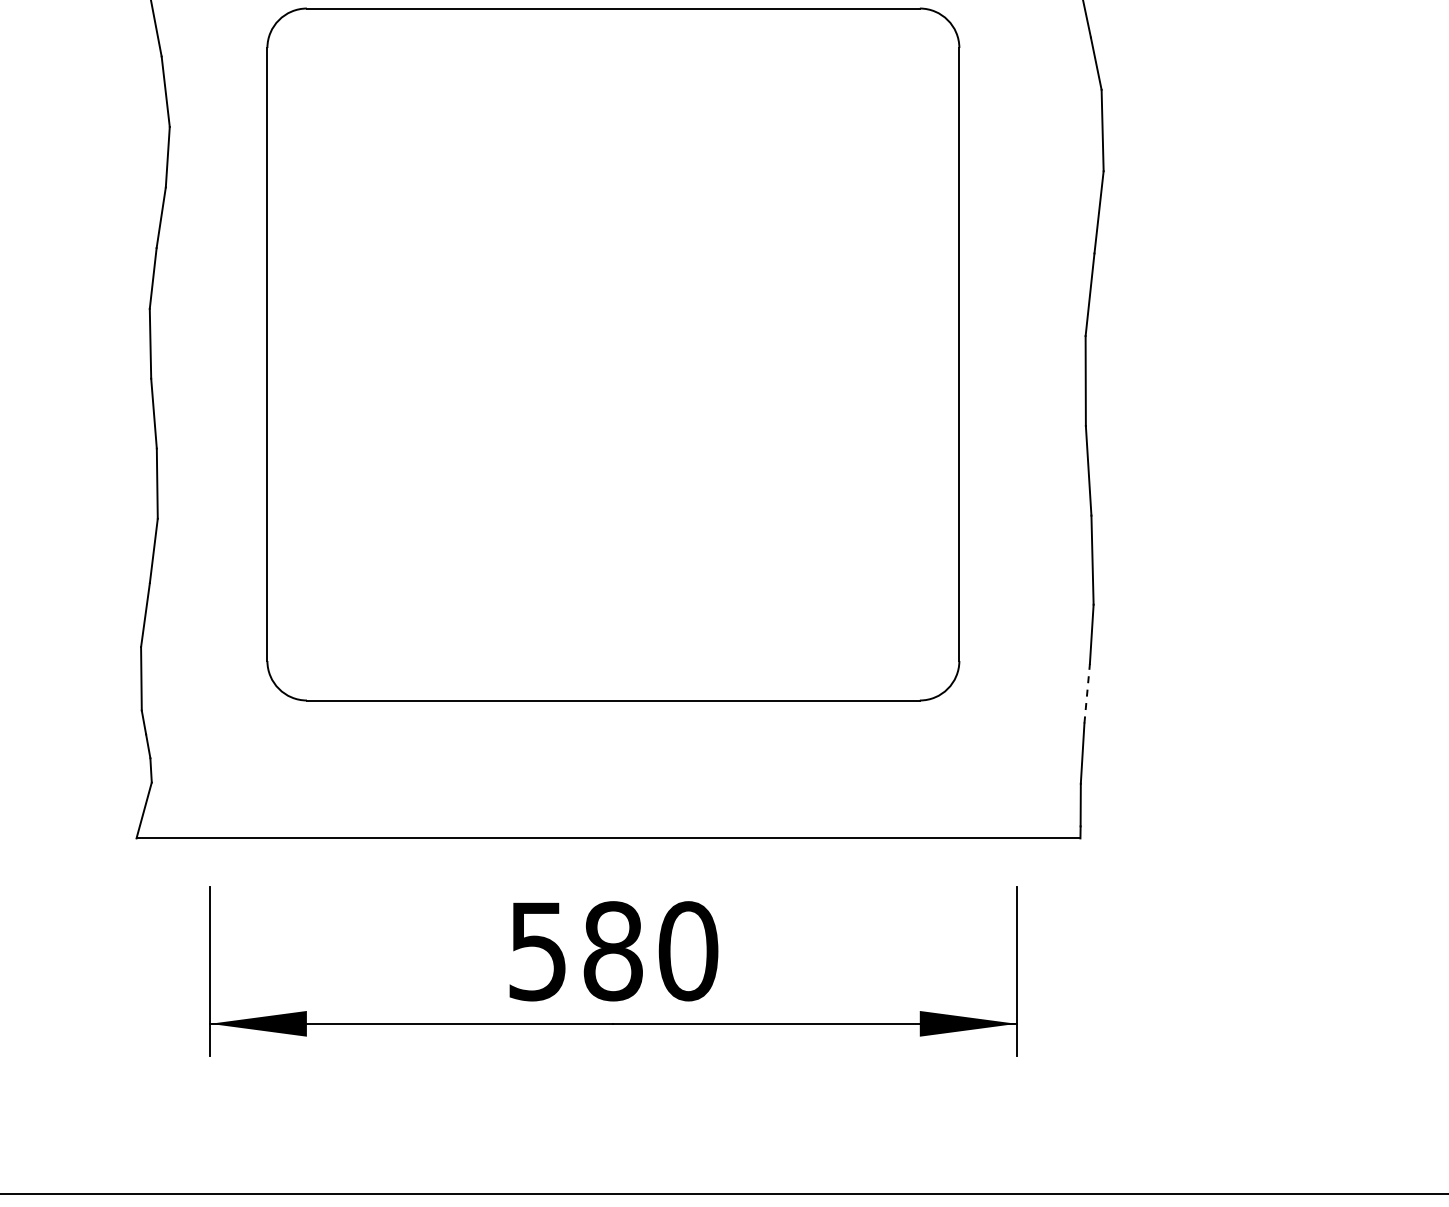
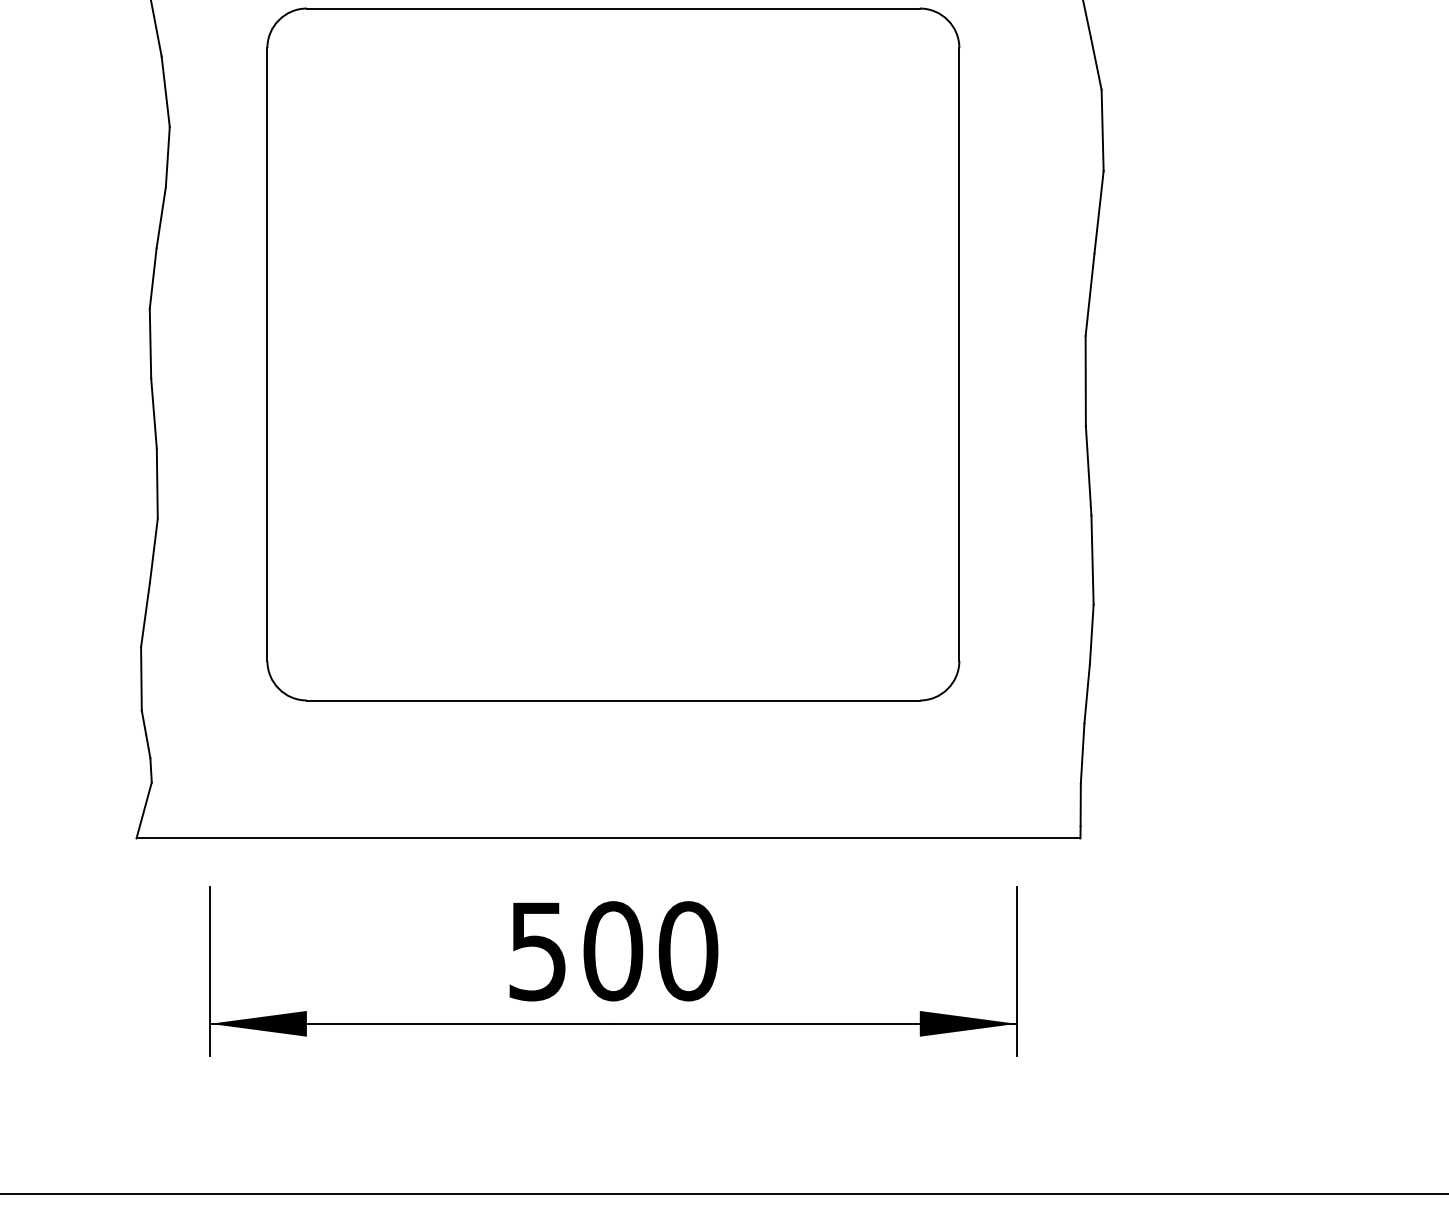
line at (1087, 693): dashed -> solid
text at (613, 951): 580 -> 500
